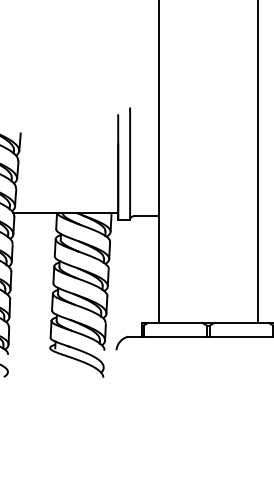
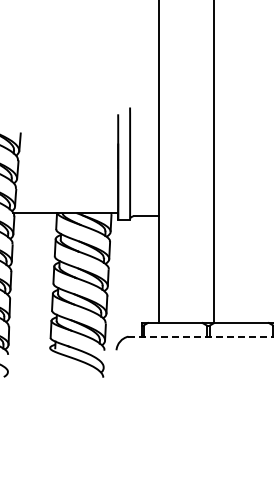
line at (257, 162) position: (257, 162) -> (213, 162)
line at (200, 336): solid -> dashed
